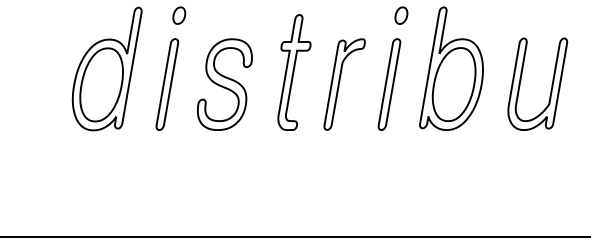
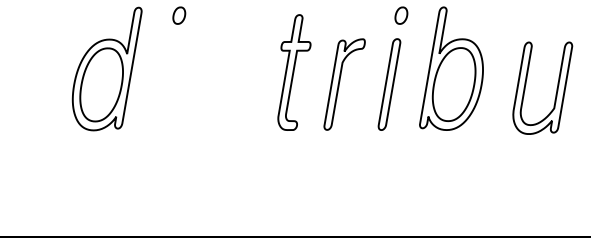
part at (167, 84): present -> none
part at (224, 84): present -> none
part at (551, 84) position: (551, 84) -> (556, 88)
